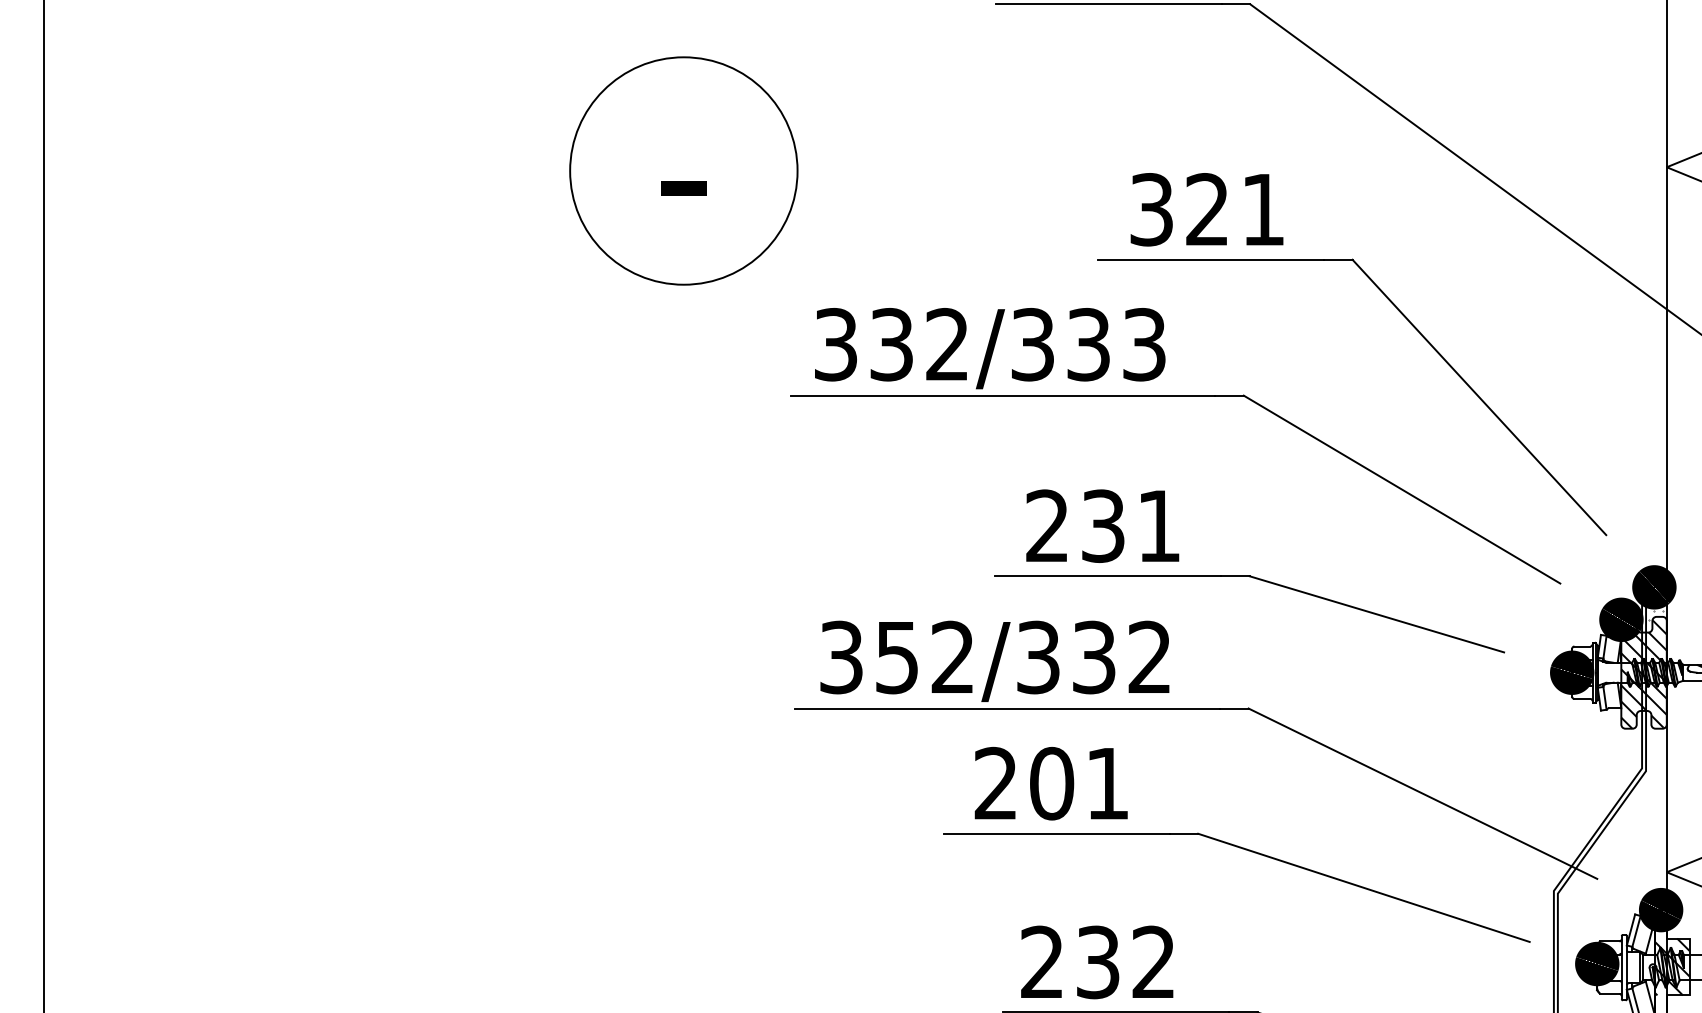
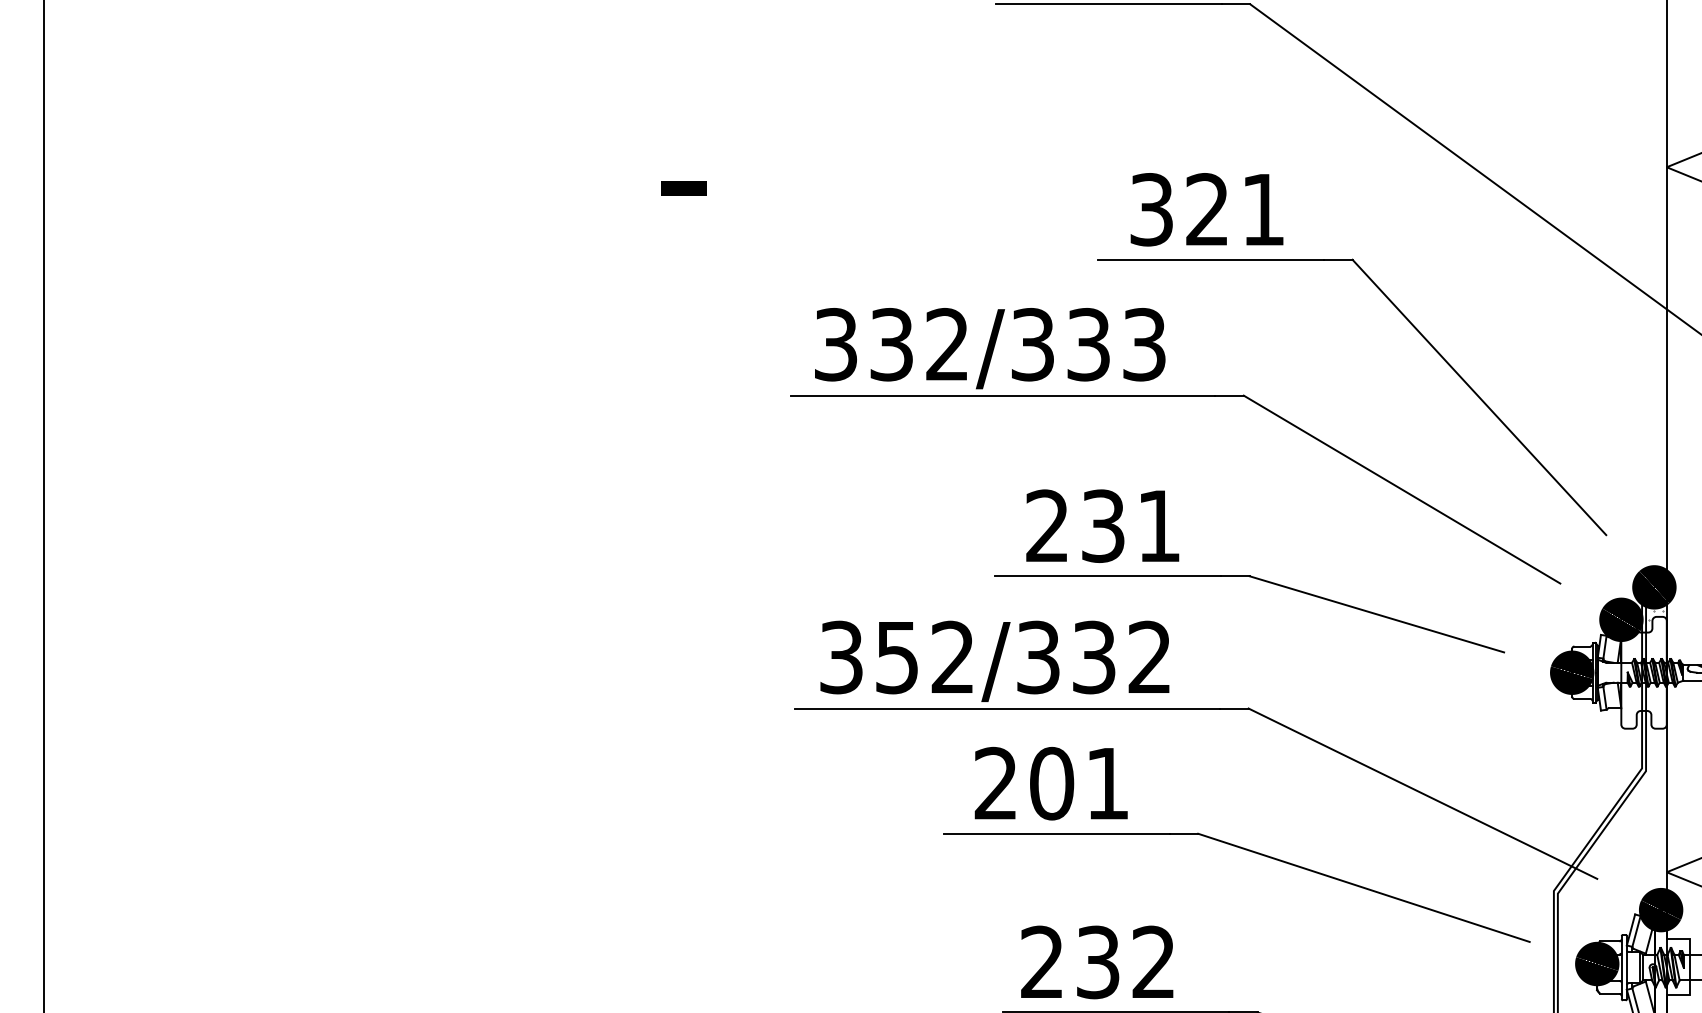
circle at (683, 170): present -> none
hatch at (1643, 674): present -> none
hatch at (1672, 966): present -> none
